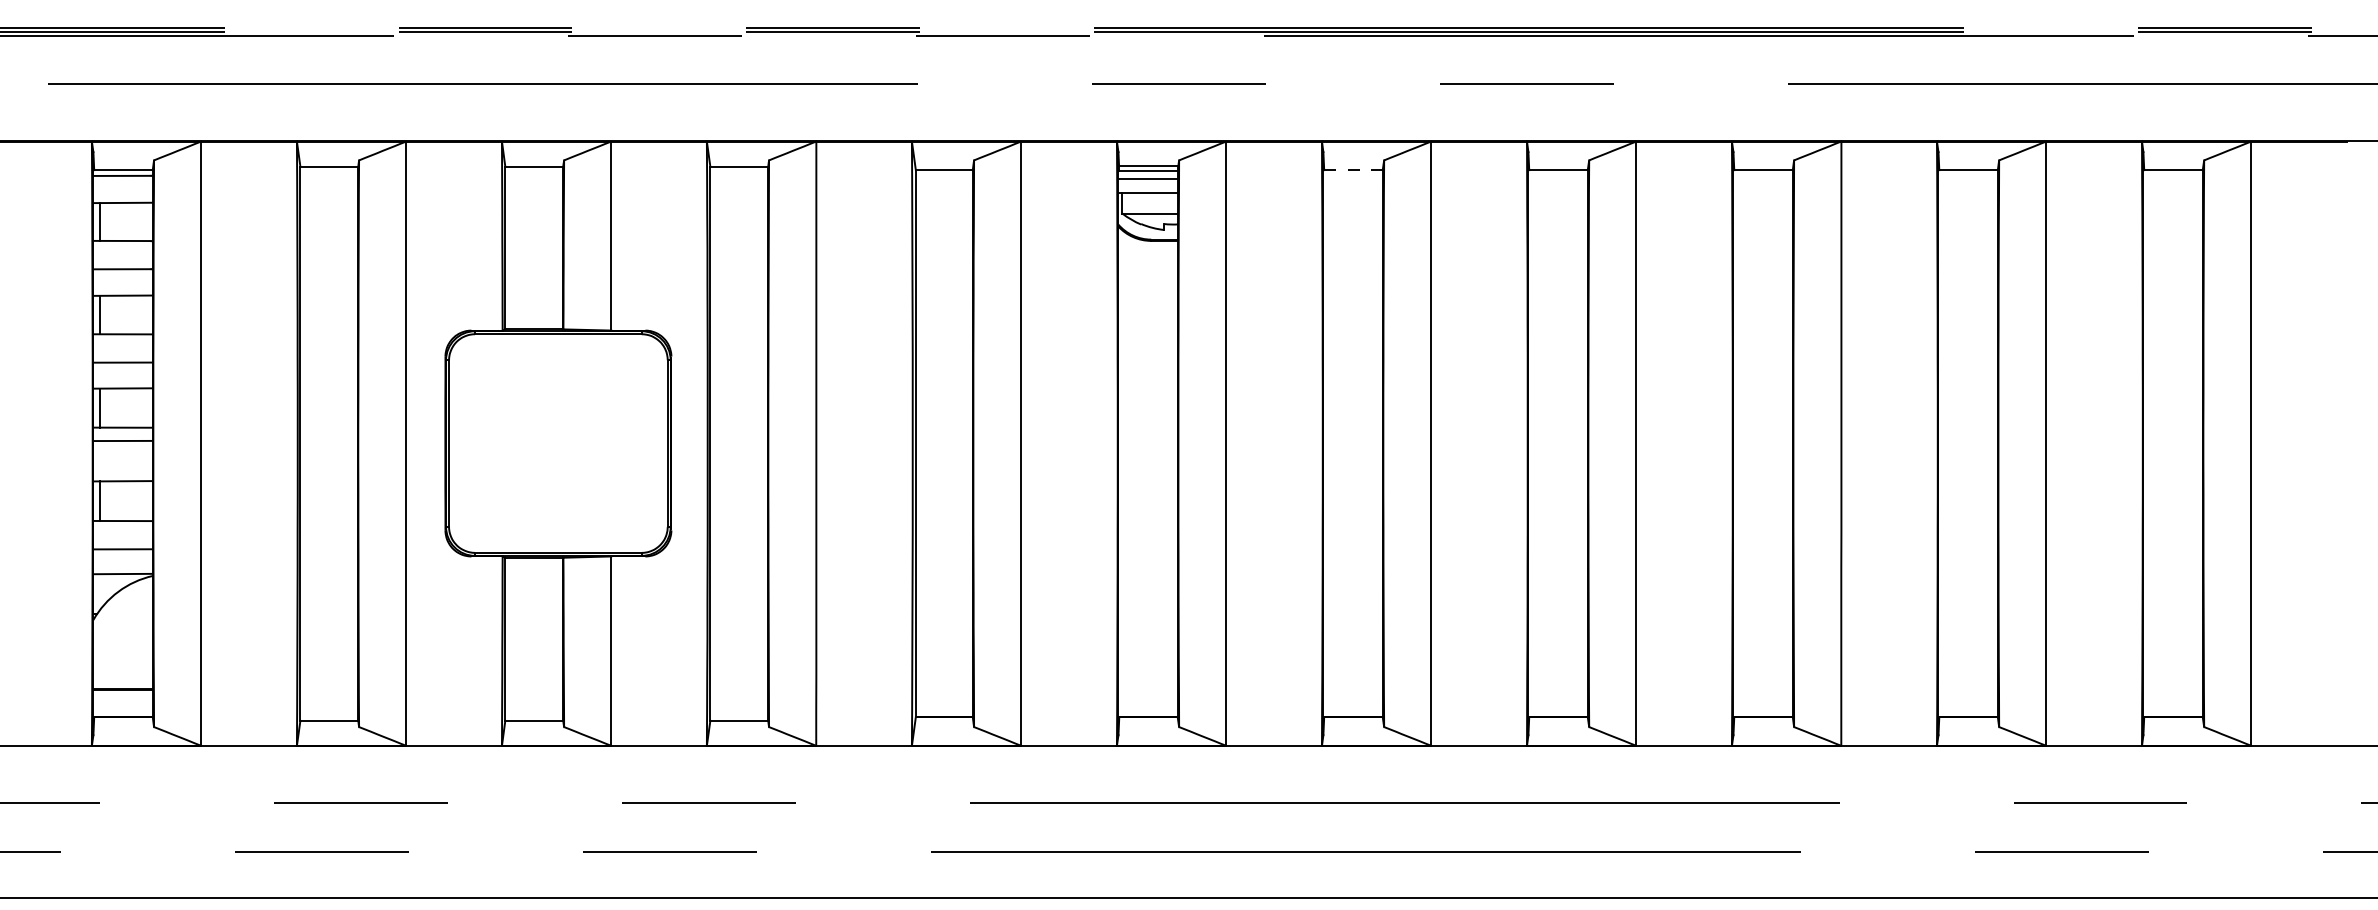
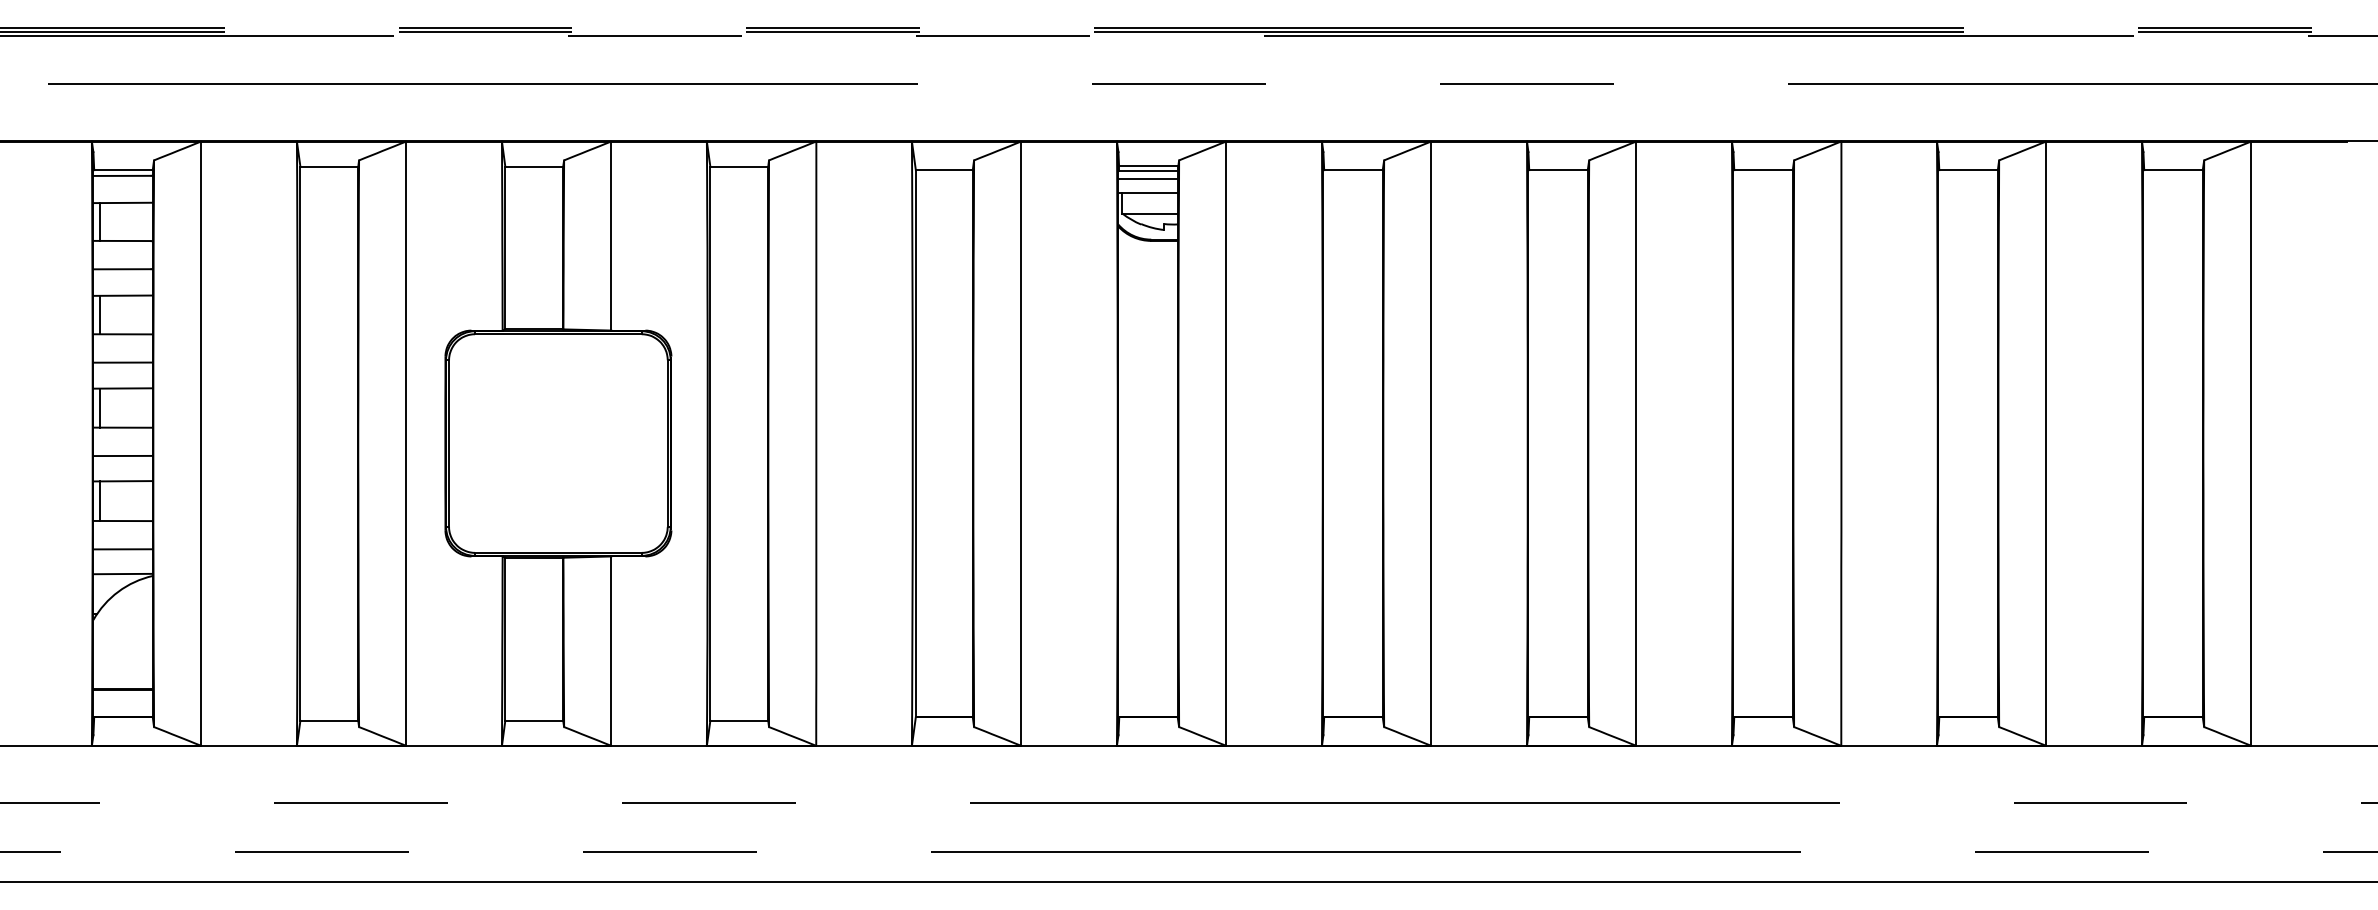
line at (1352, 170): dashed -> solid
line at (122, 440) position: (122, 440) -> (122, 455)
line at (1188, 898) position: (1188, 898) -> (1188, 882)
